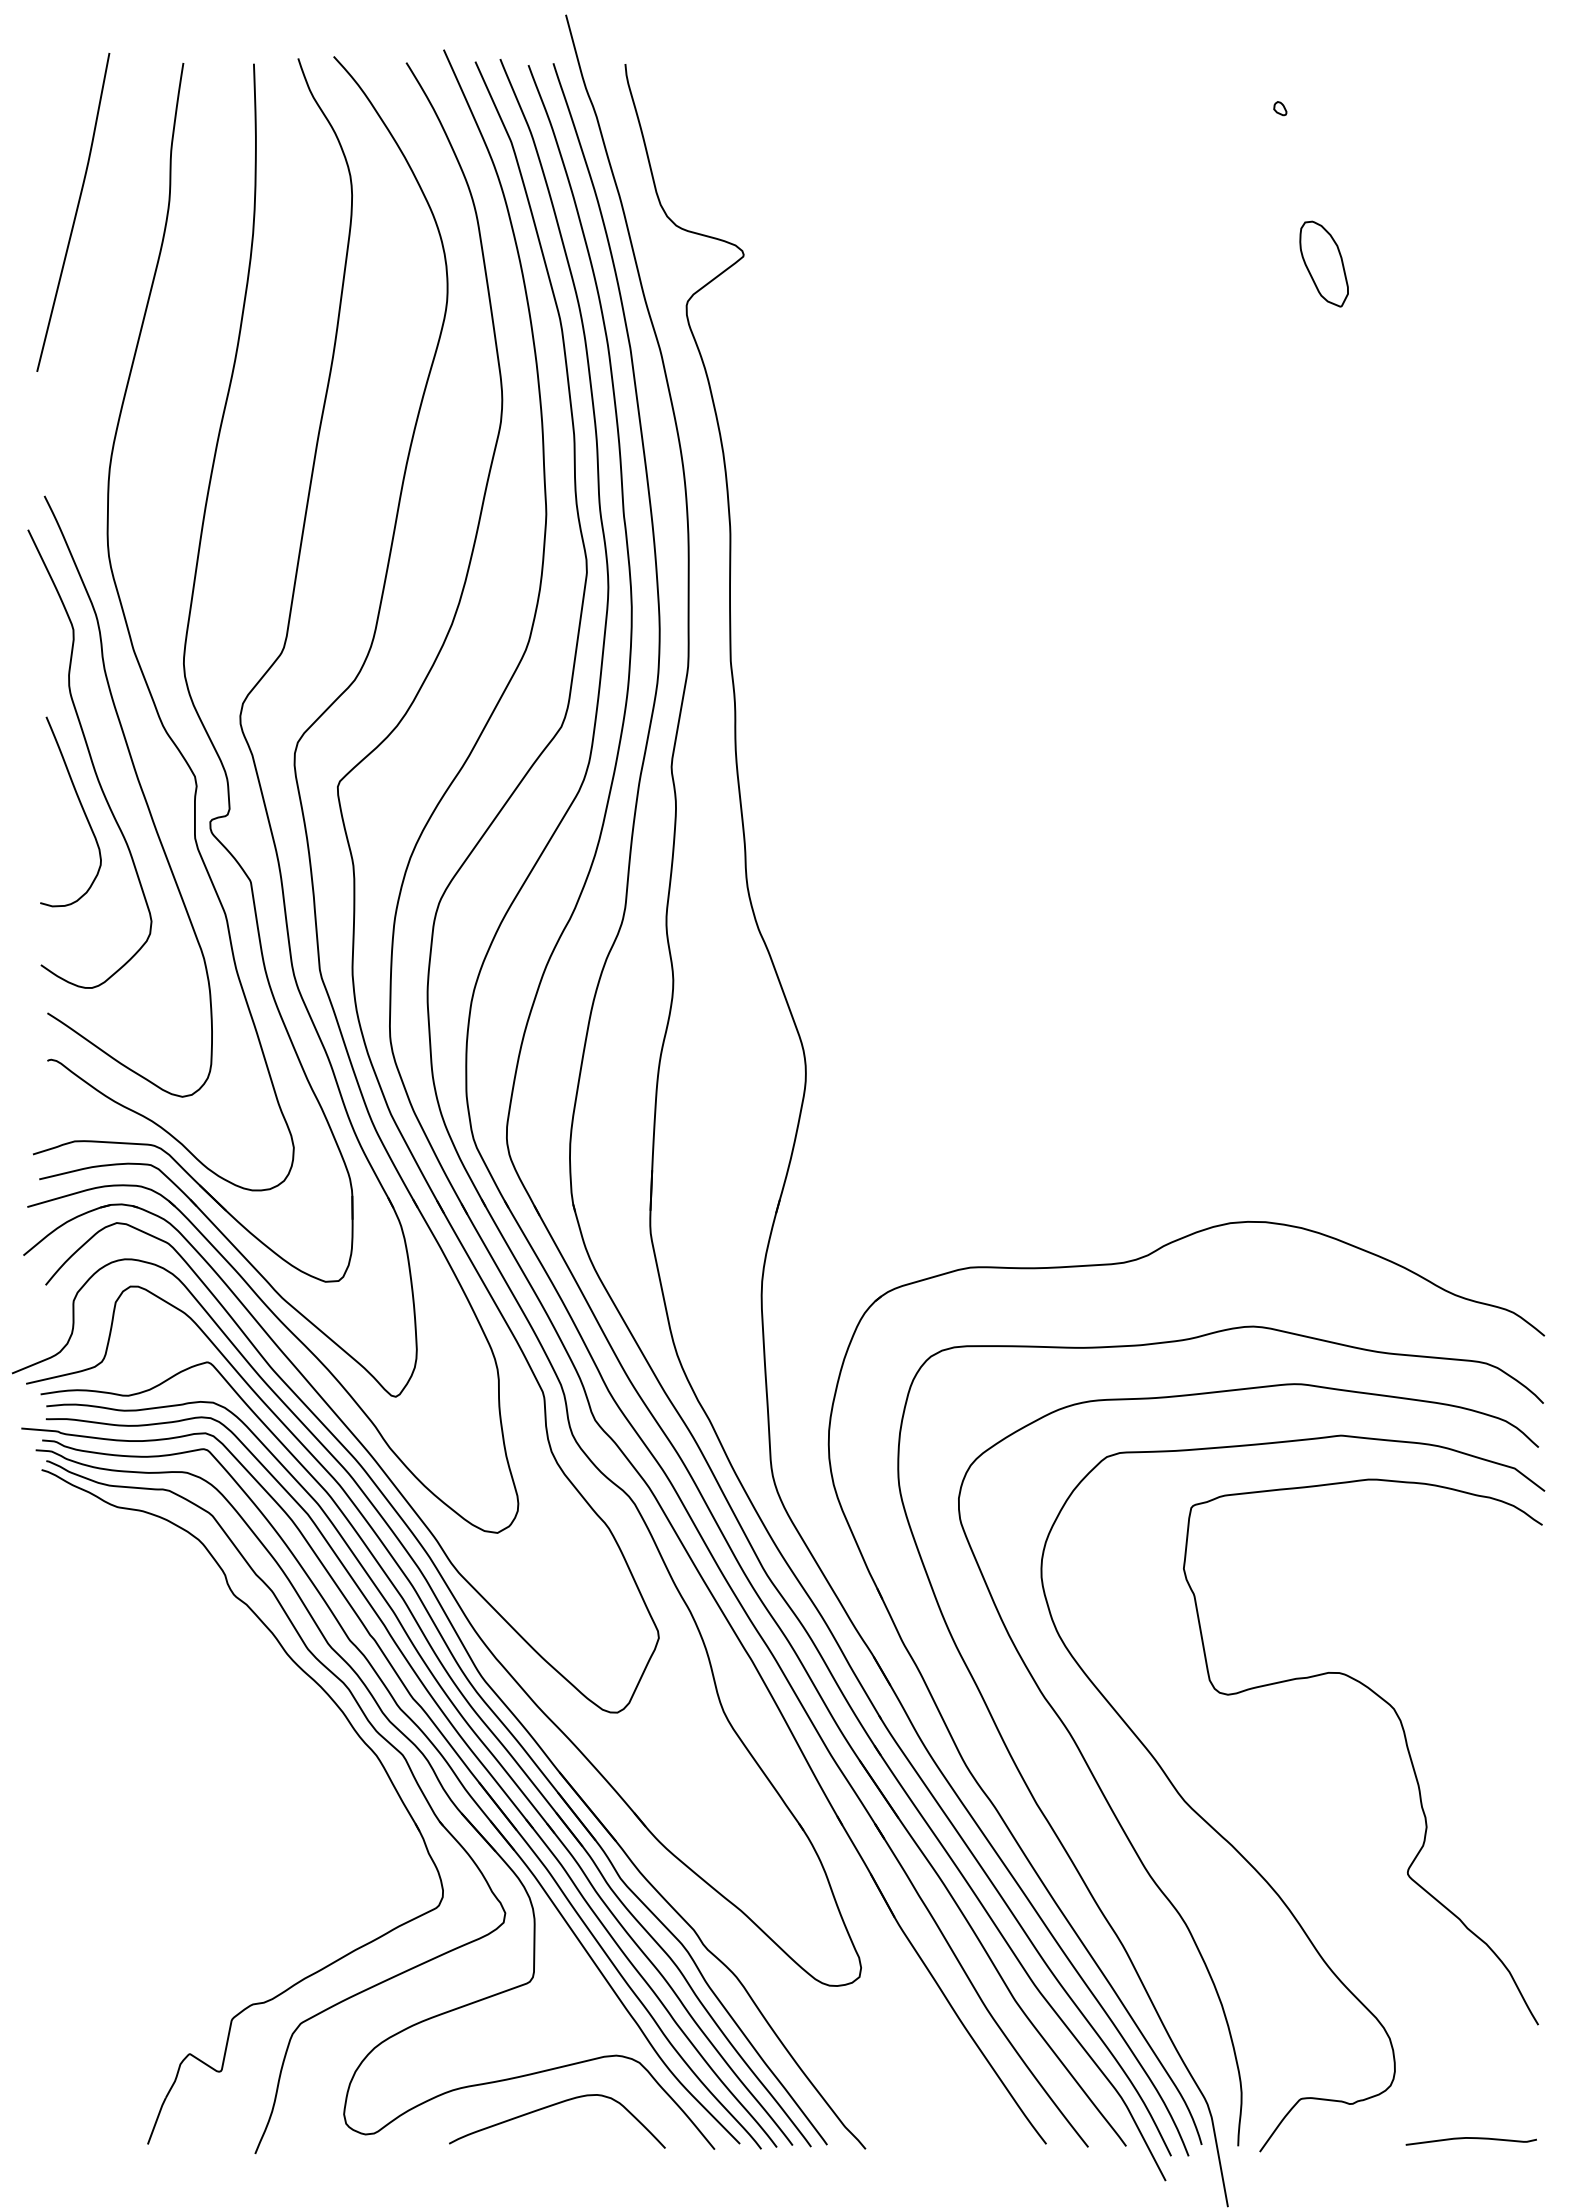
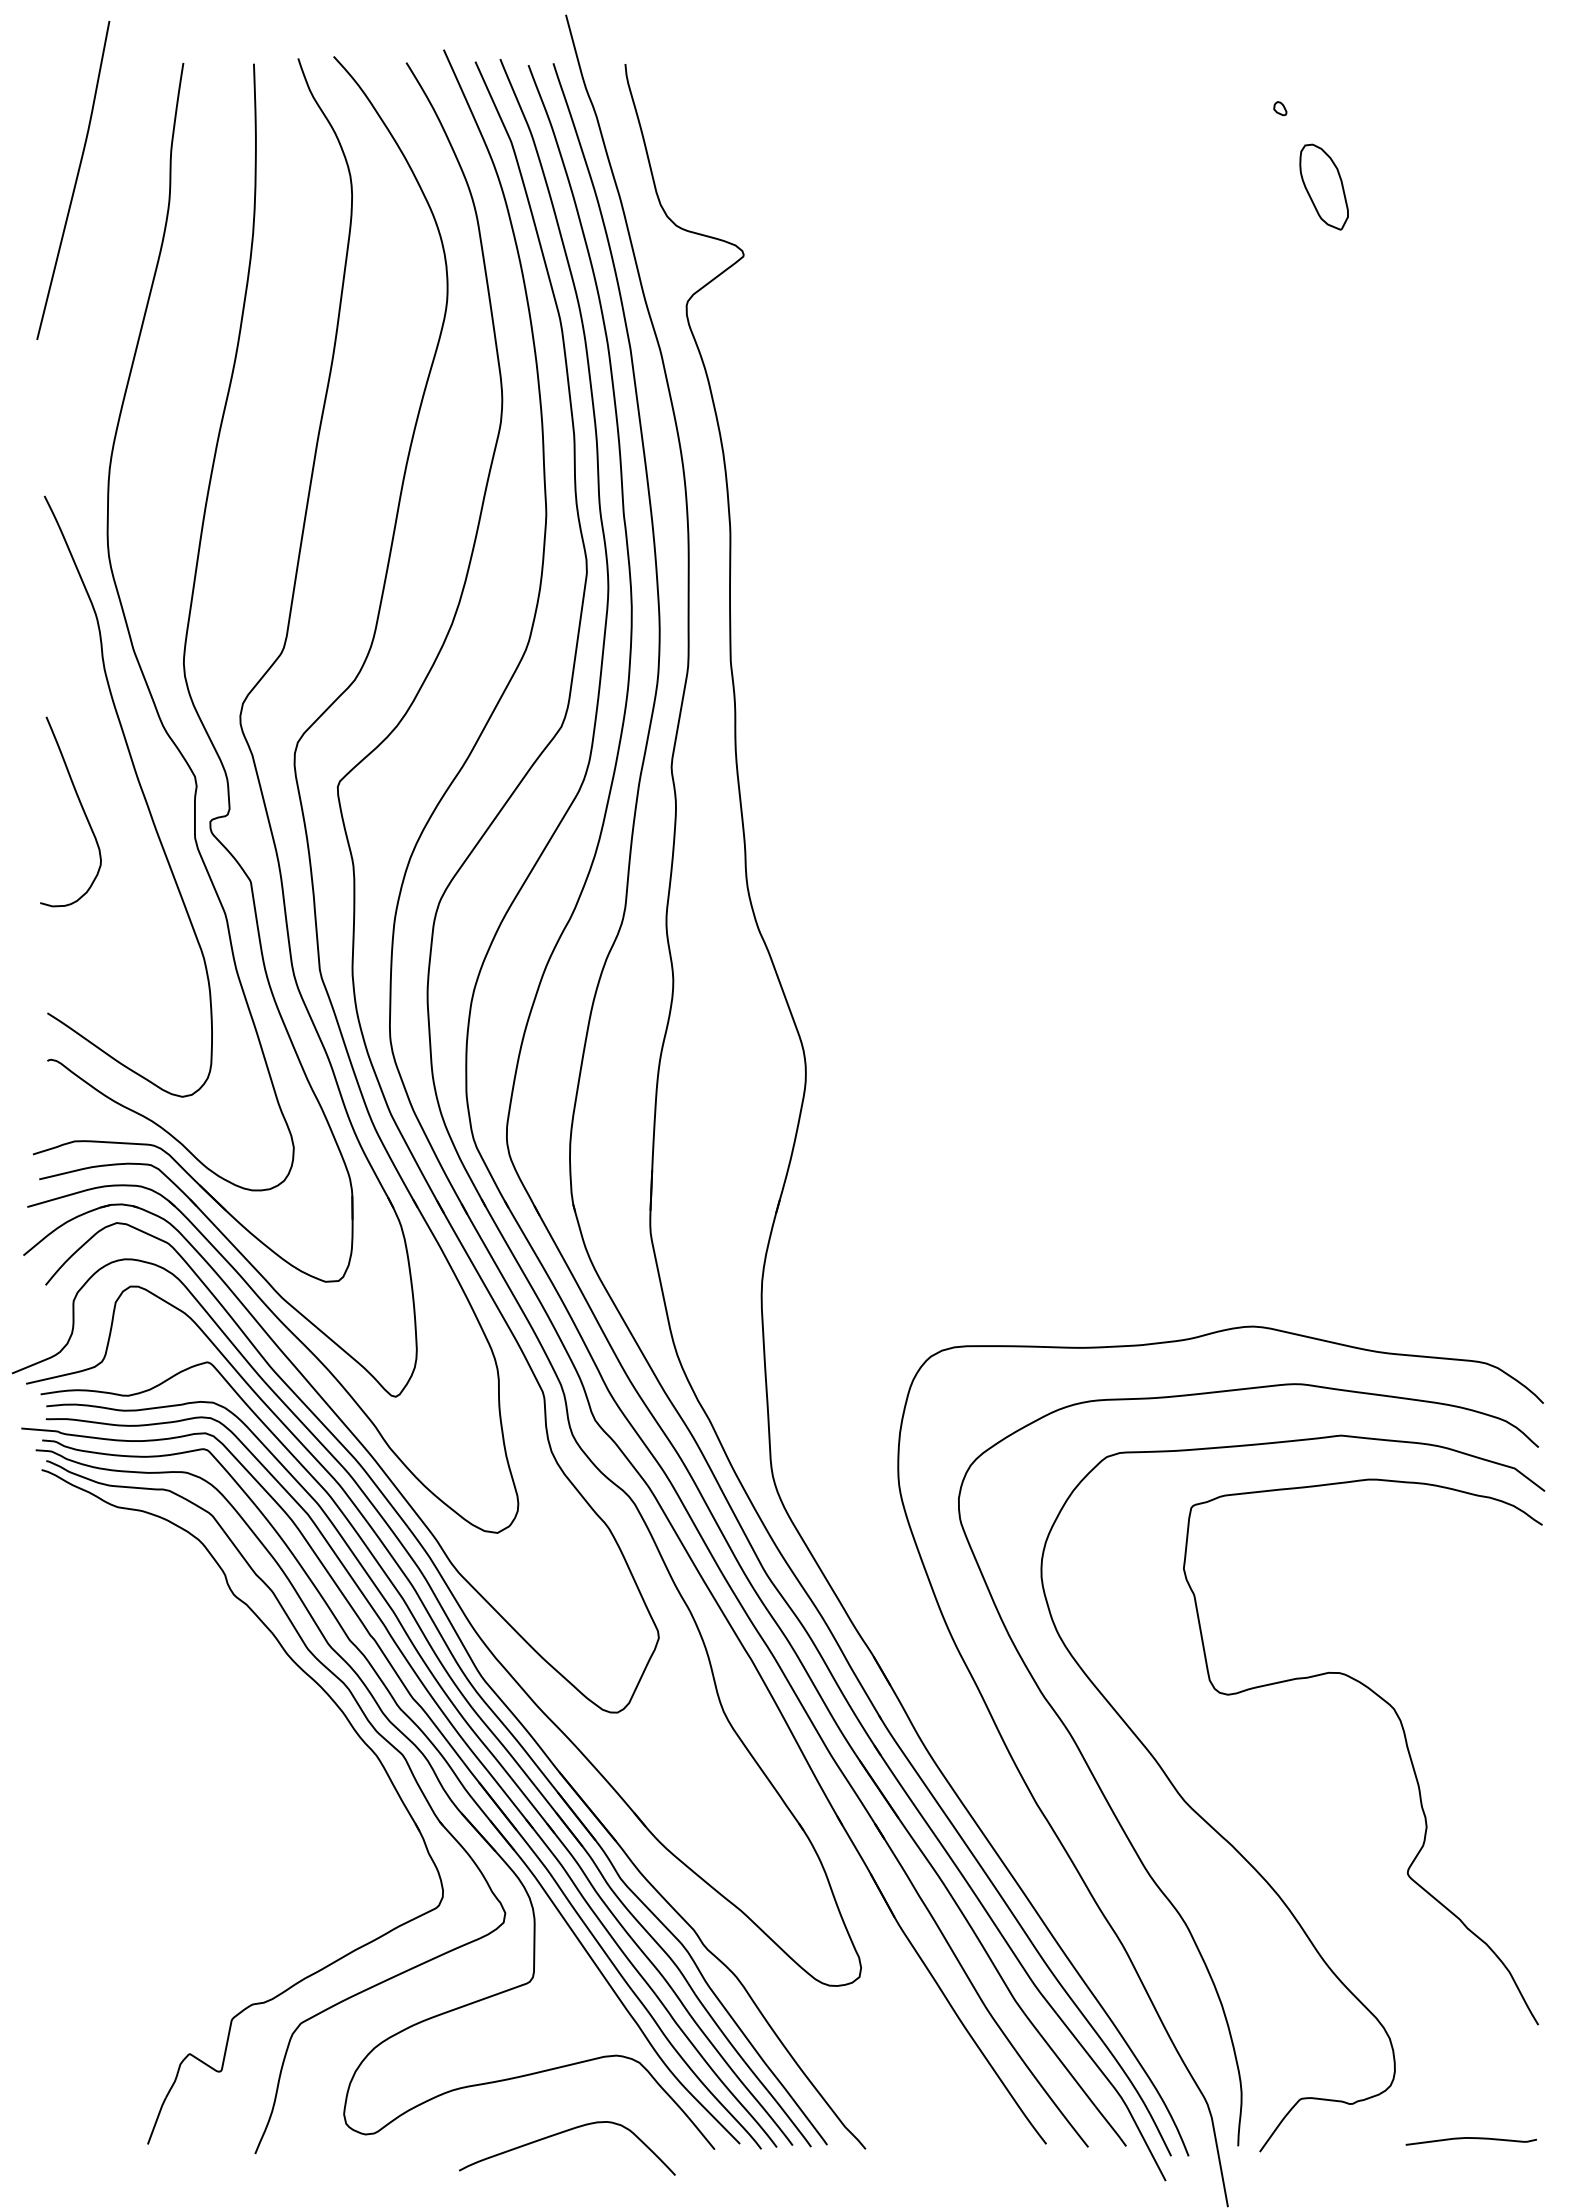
curve at (75, 212) position: (75, 212) -> (75, 180)
part at (1323, 263) position: (1323, 263) -> (1323, 186)
curve at (89, 757): present -> none
part at (996, 1807): present -> none
curve at (552, 2106) position: (552, 2106) -> (562, 2133)
